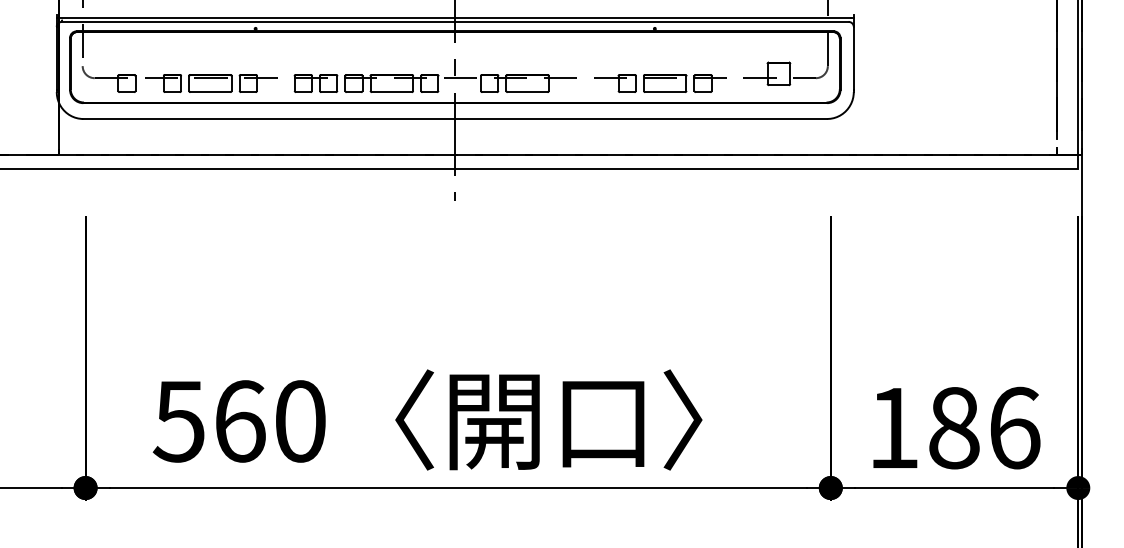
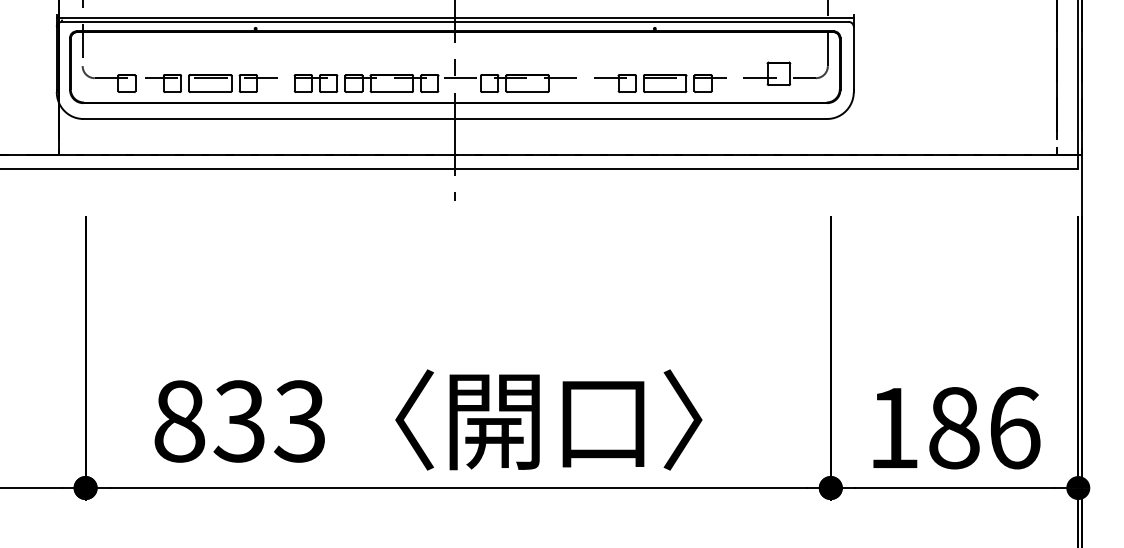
text at (238, 421): 560 -> 833
